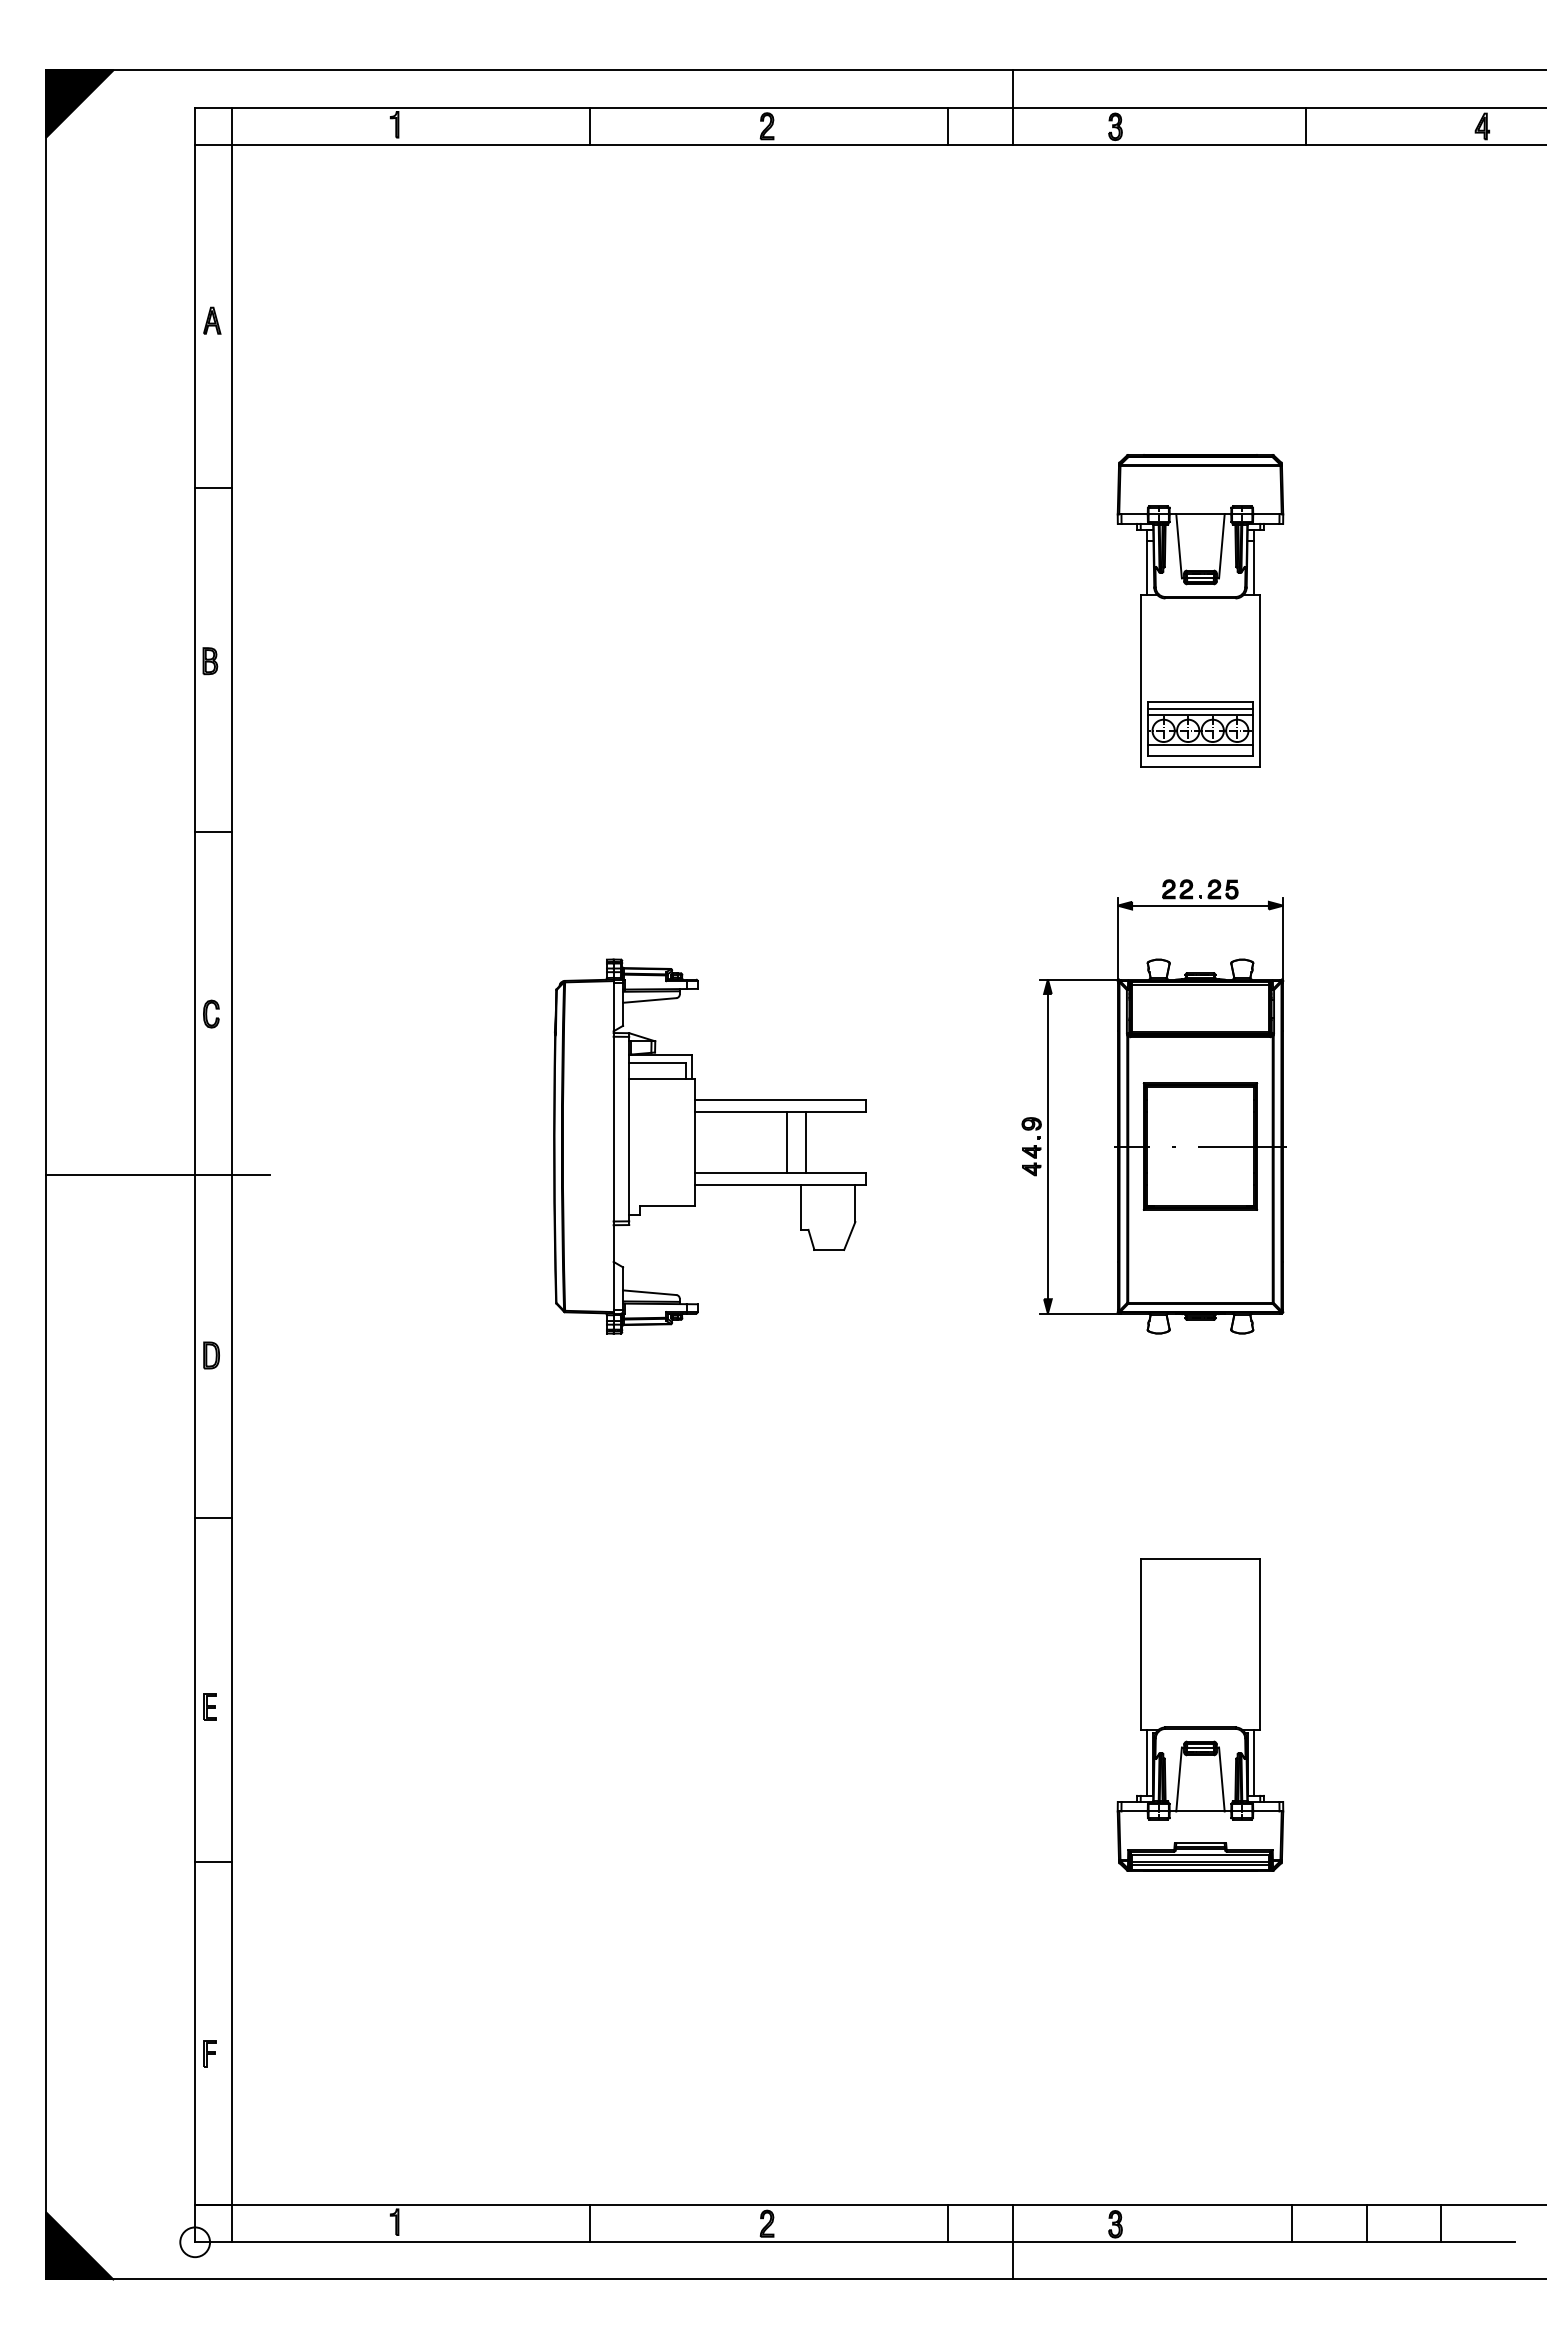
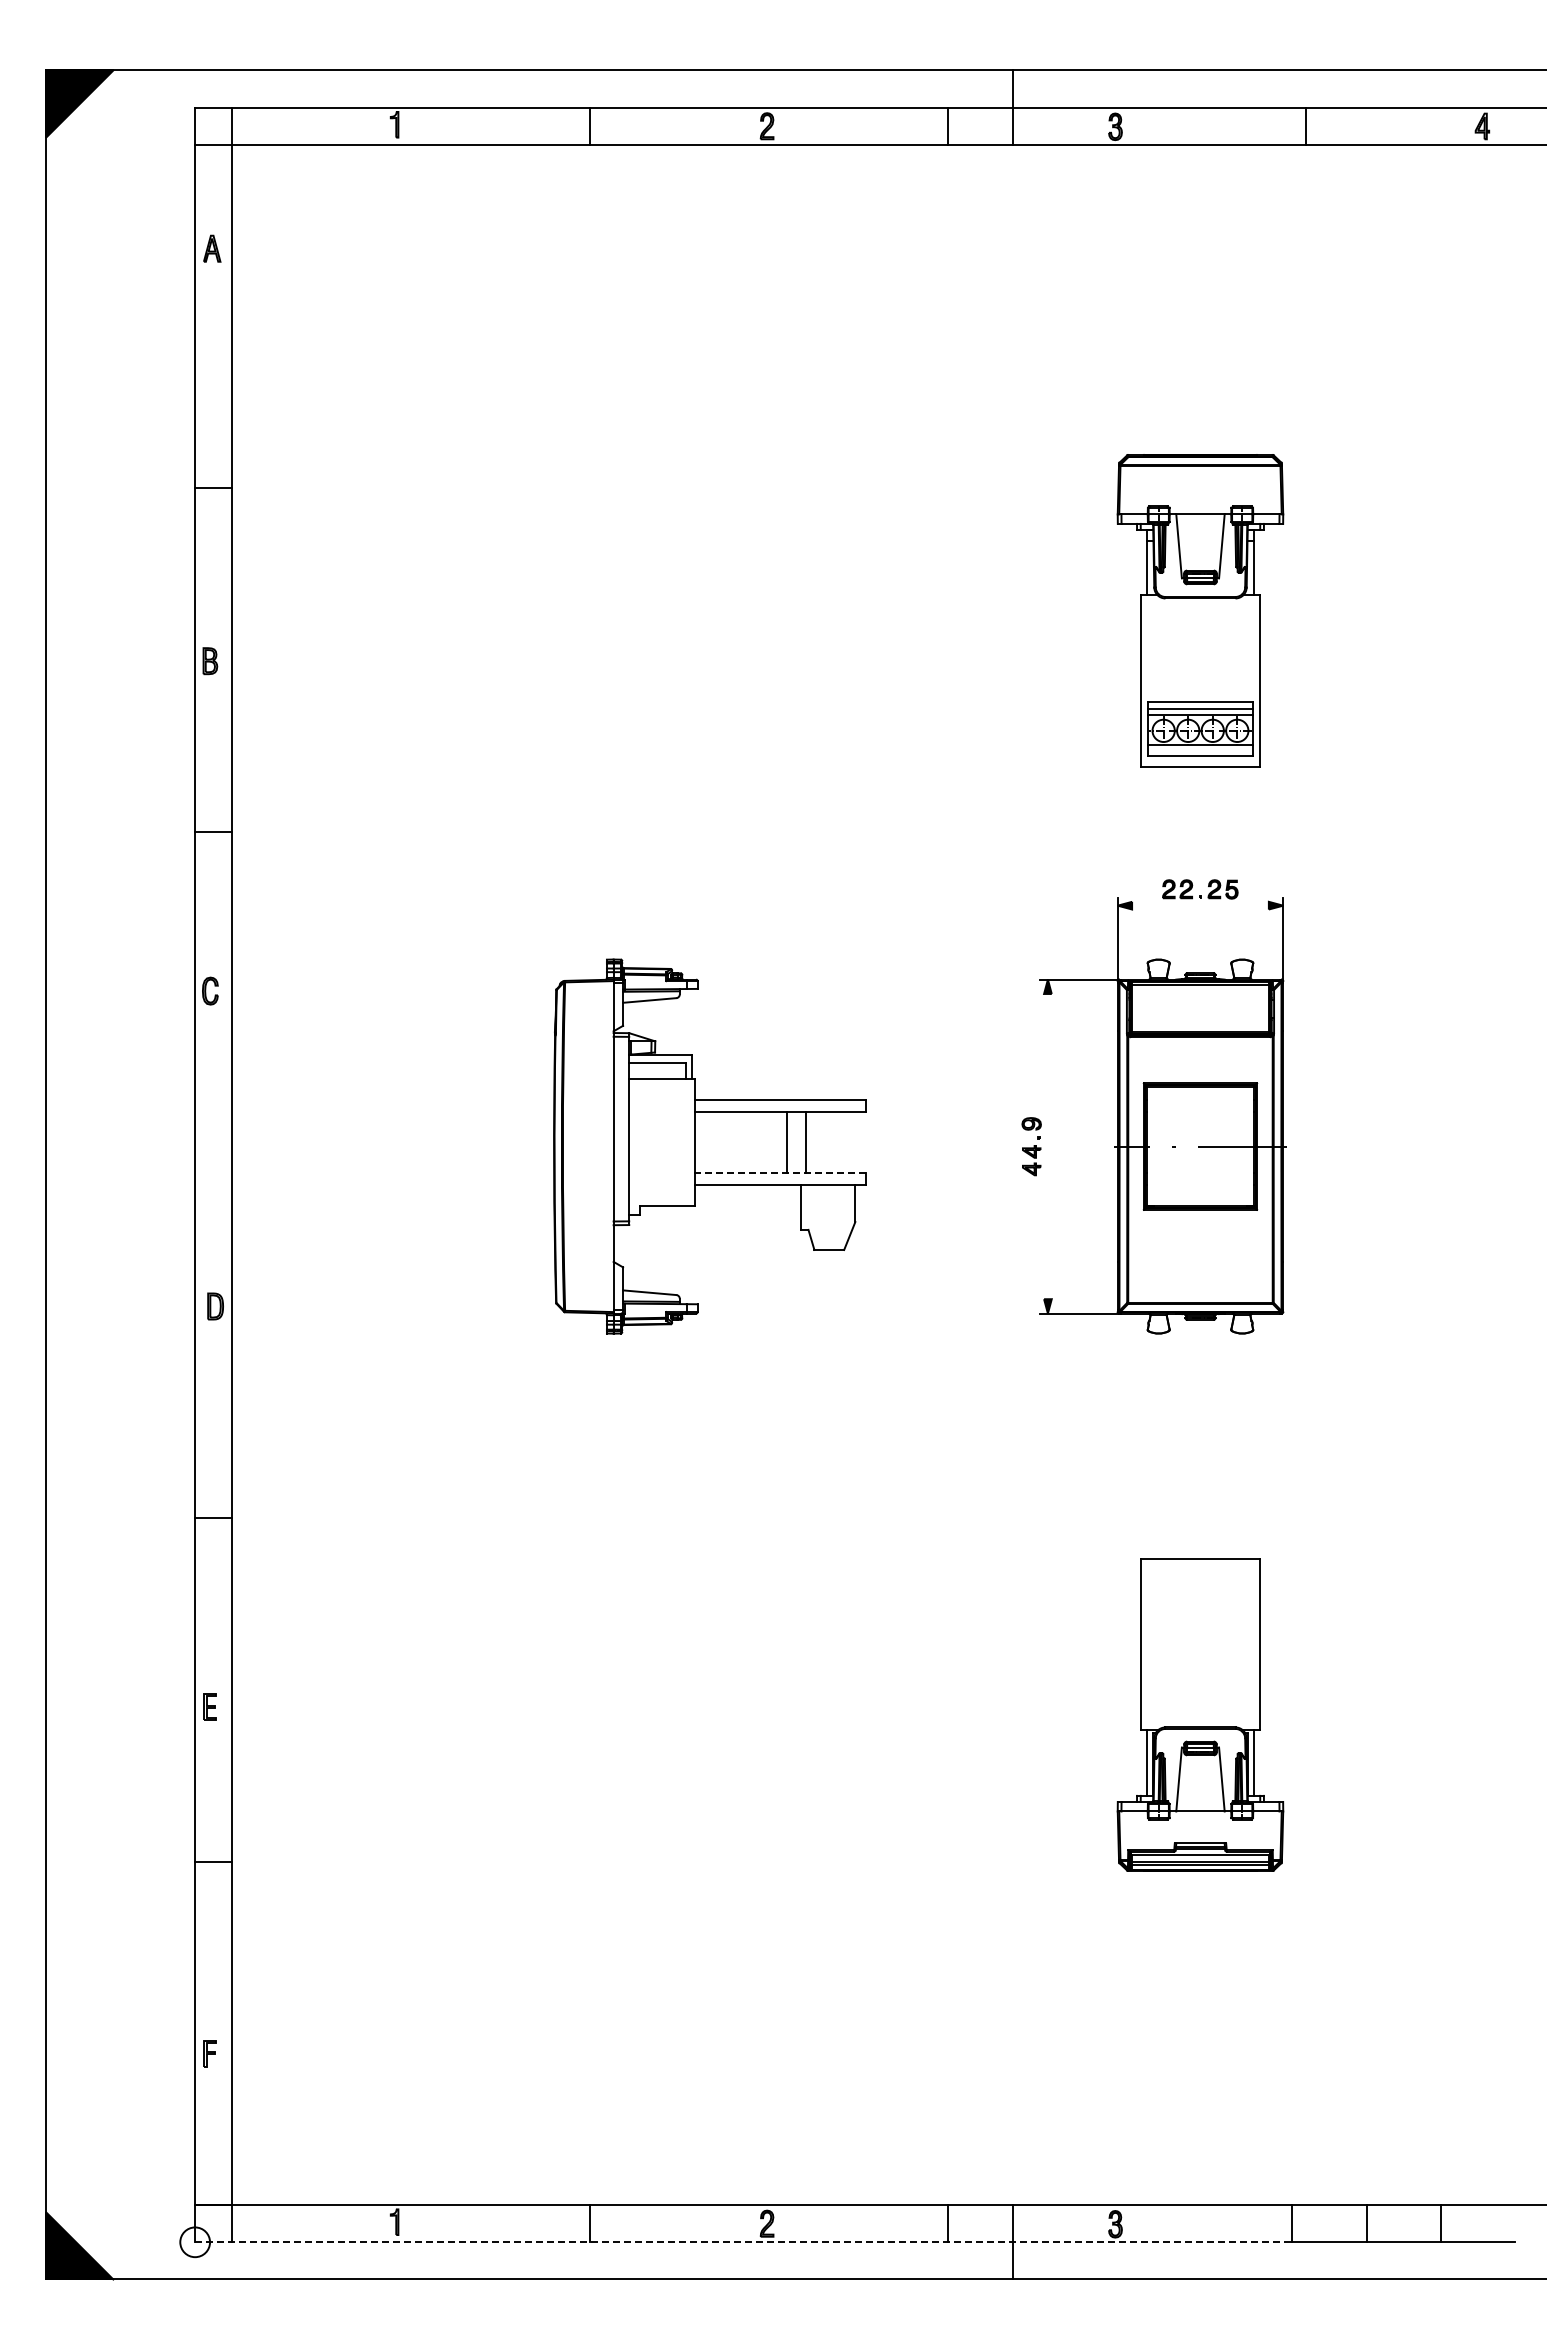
part at (212, 320) position: (212, 320) -> (212, 248)
line at (1200, 905): present -> none
part at (211, 1013) position: (211, 1013) -> (210, 990)
line at (1047, 1146): present -> none
line at (780, 1173): solid -> dashed
line at (157, 1175): present -> none
part at (211, 1355) position: (211, 1355) -> (215, 1306)
line at (743, 2242): solid -> dashed
